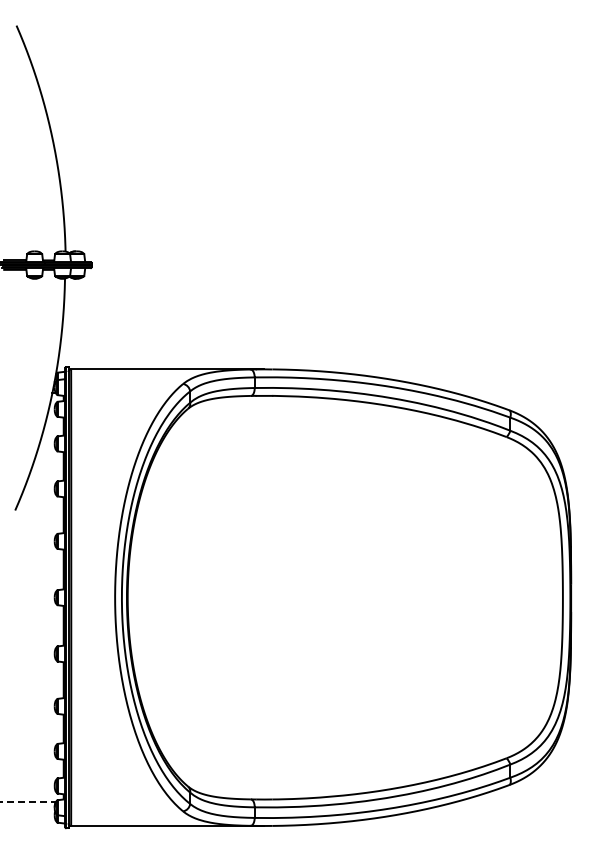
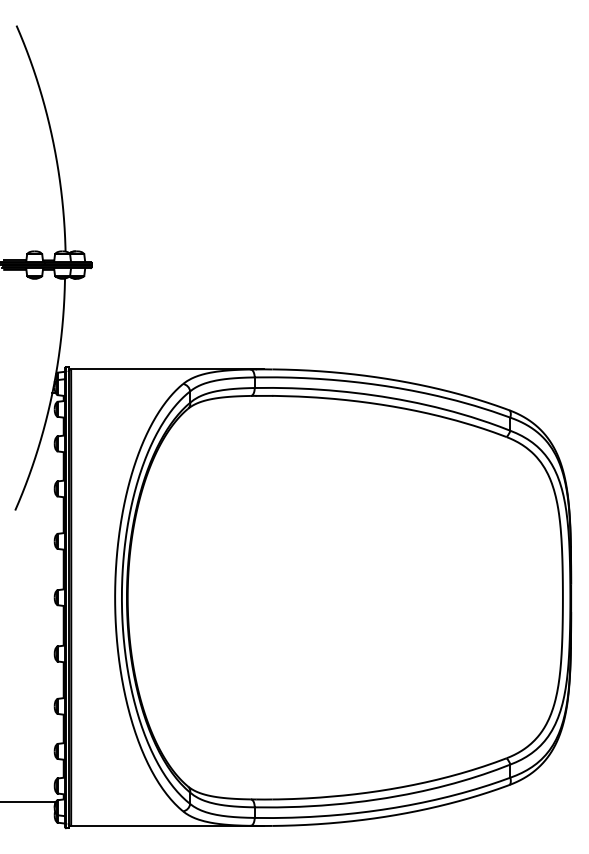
line at (28, 801): dashed -> solid
